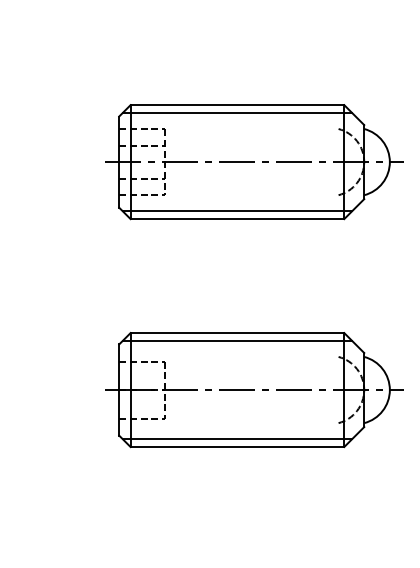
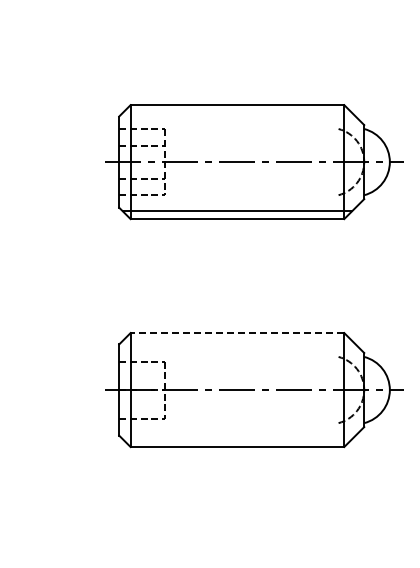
line at (237, 112): present -> none
line at (237, 333): solid -> dashed
line at (237, 340): present -> none
line at (237, 439): present -> none
